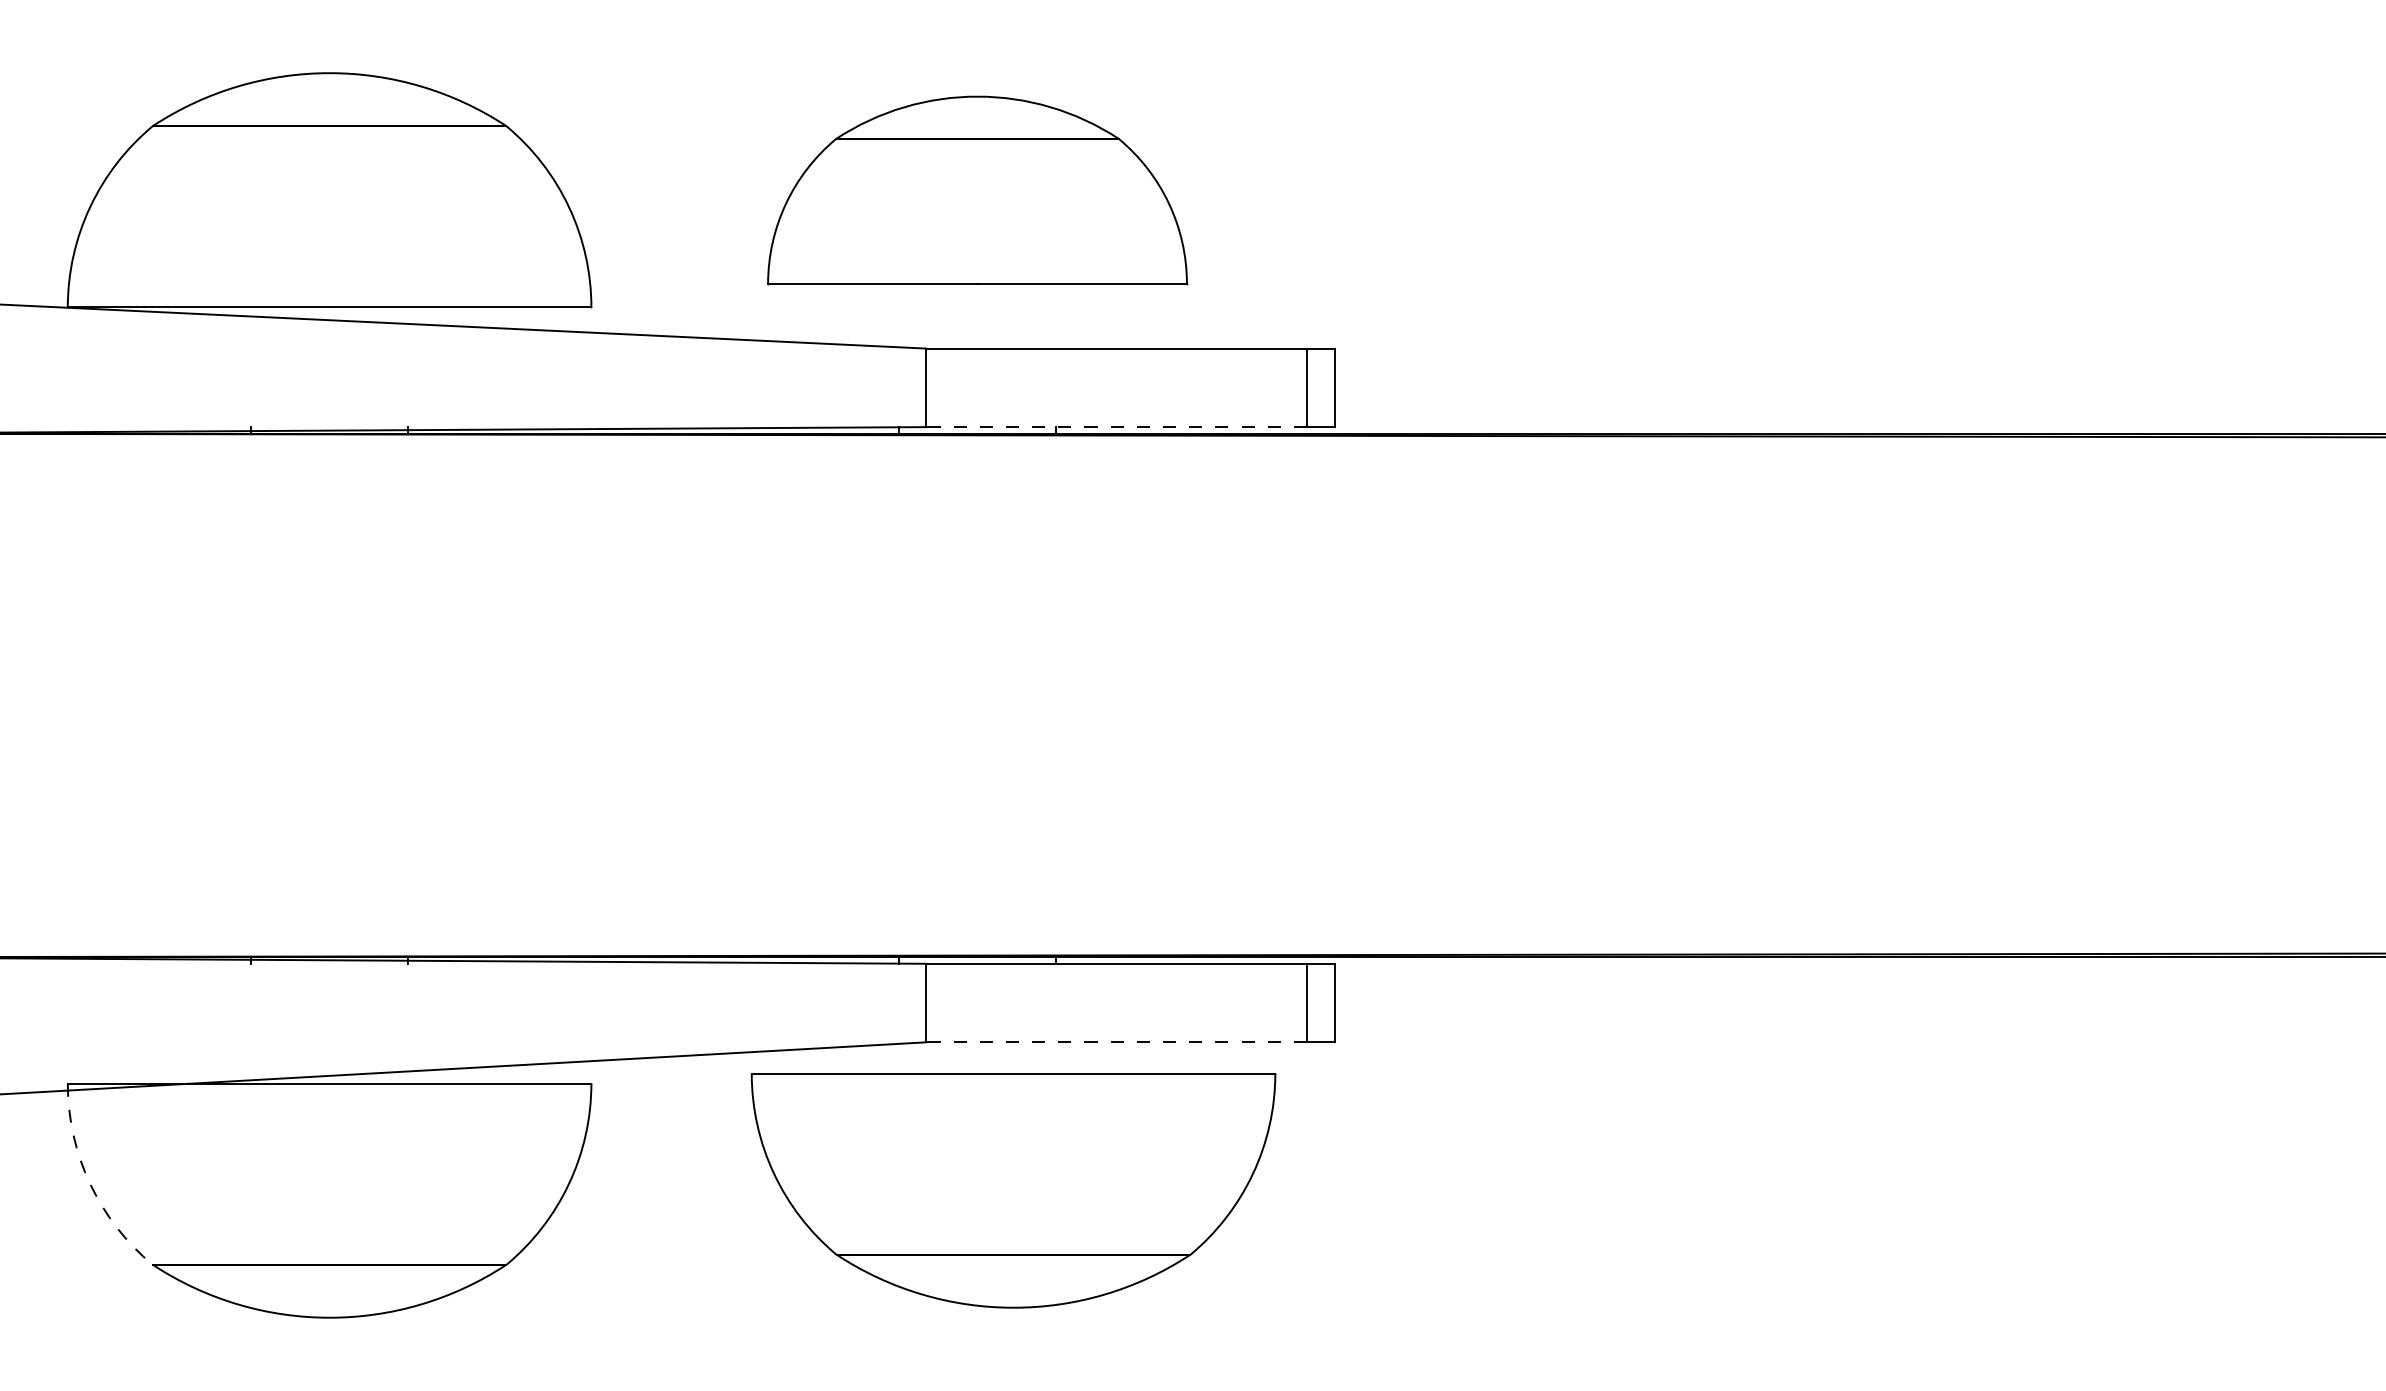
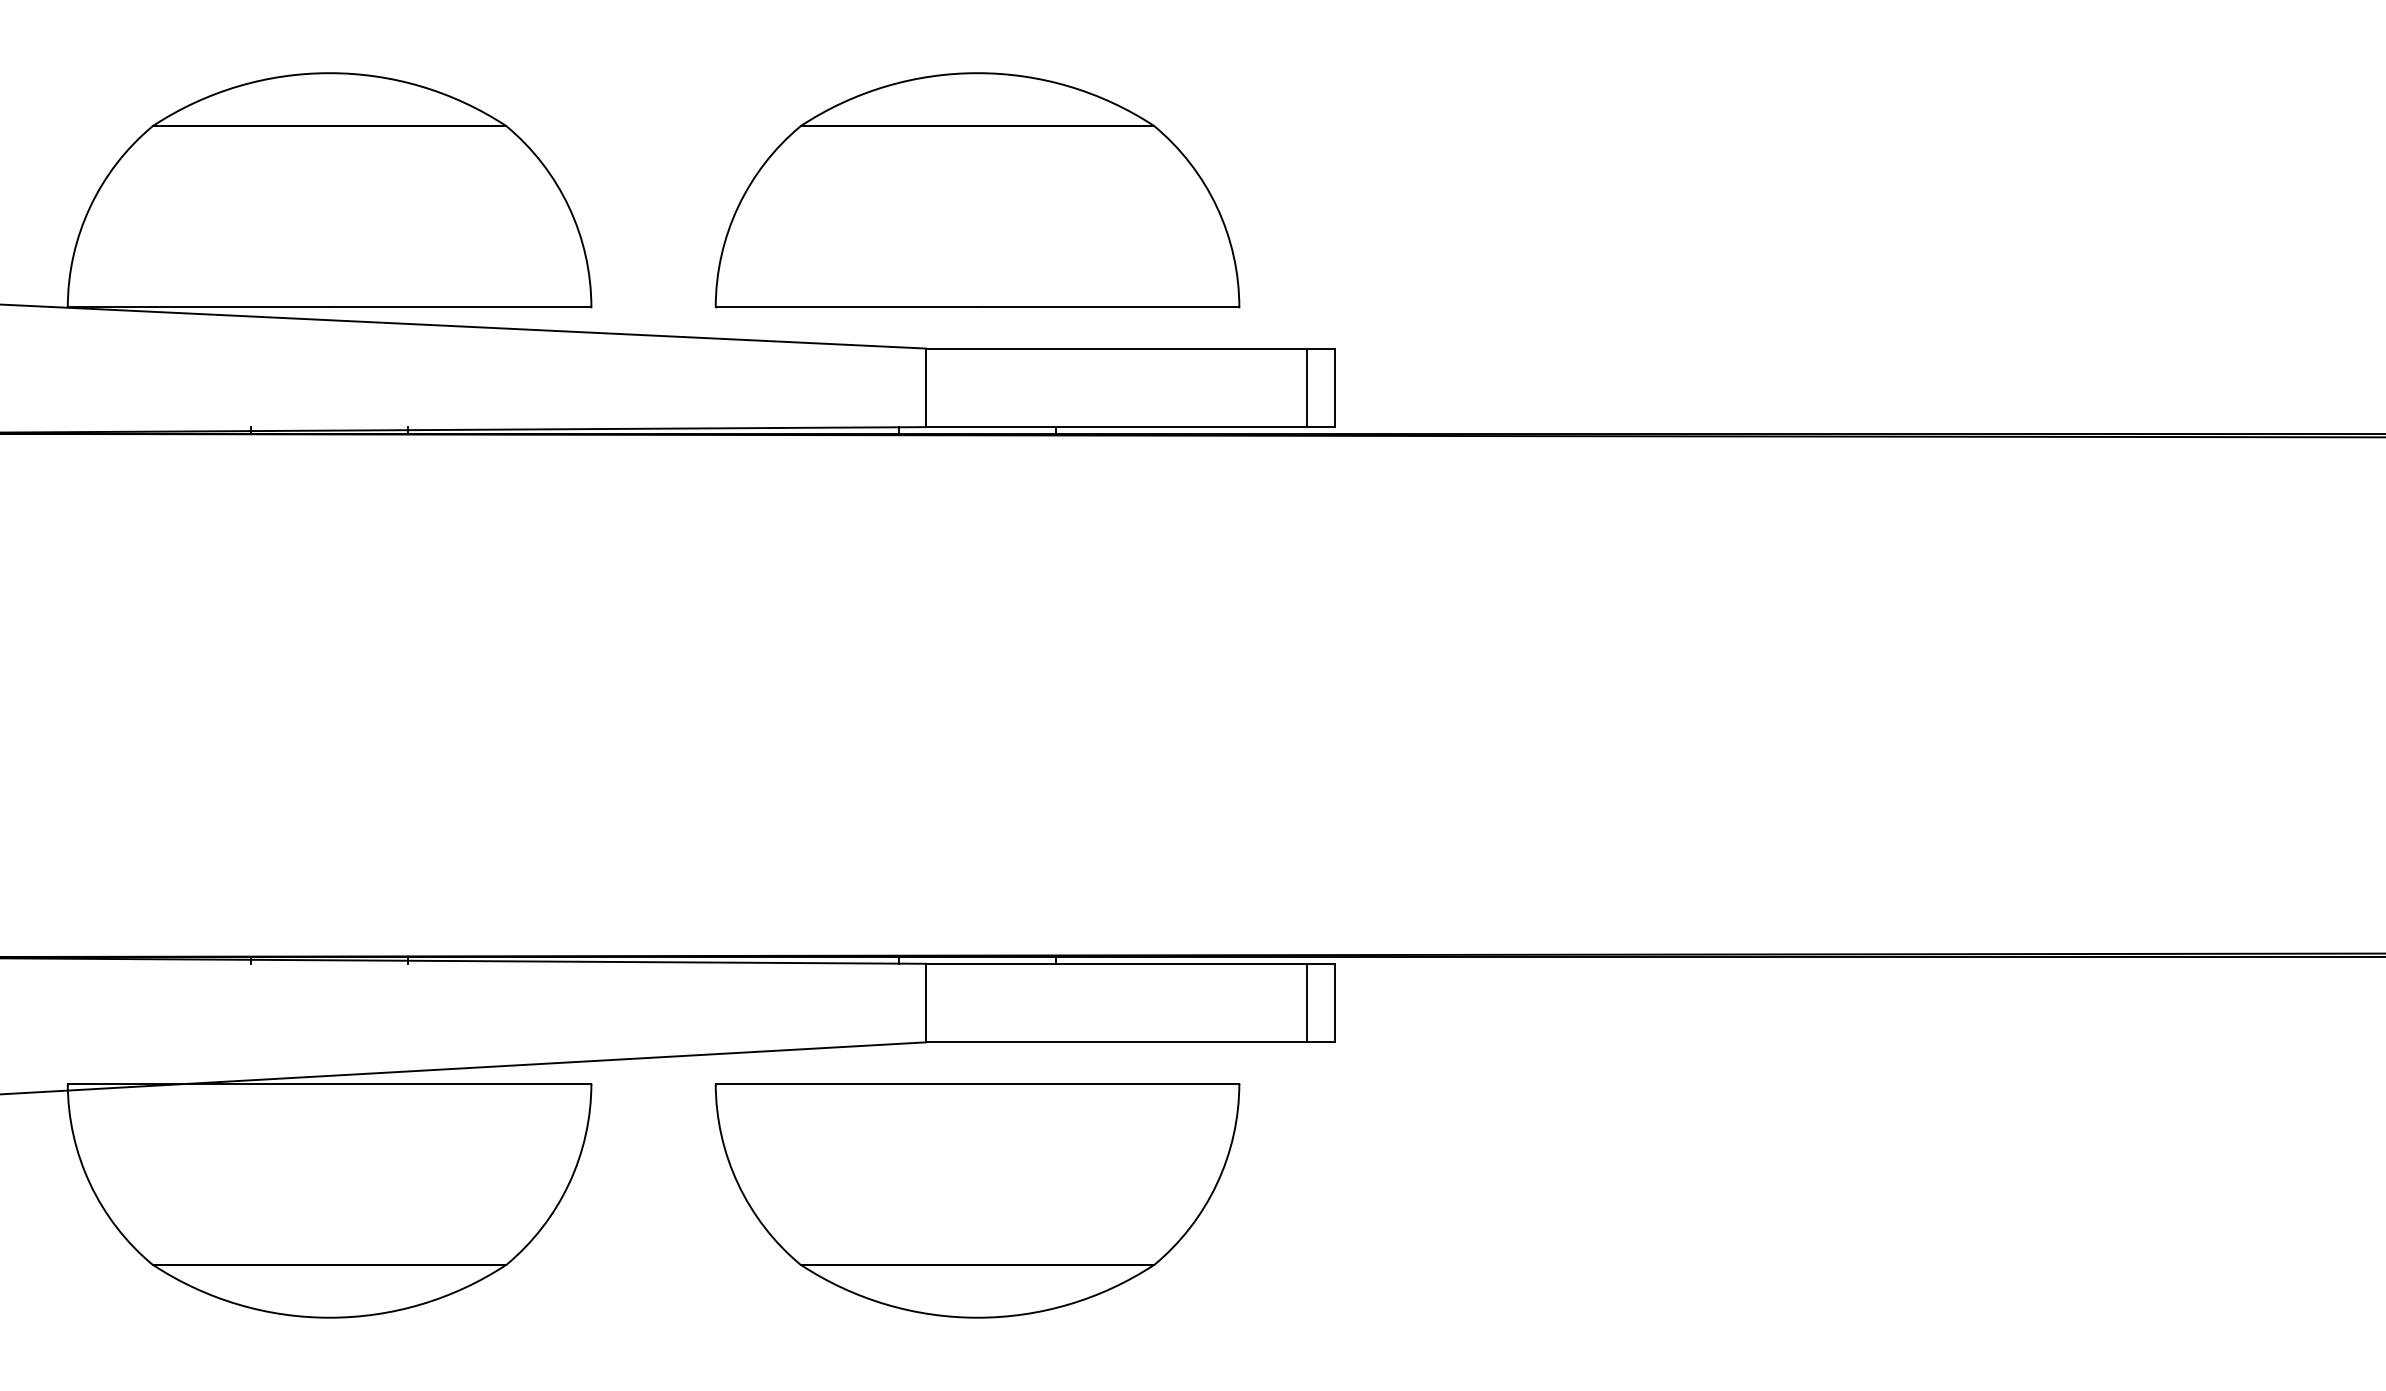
part at (977, 190) size: 422x191 px -> 527x237 px
line at (1116, 427): dashed -> solid
line at (1116, 1042): dashed -> solid
arc at (90, 1183): dashed -> solid
part at (1013, 1190) position: (1013, 1190) -> (977, 1200)
